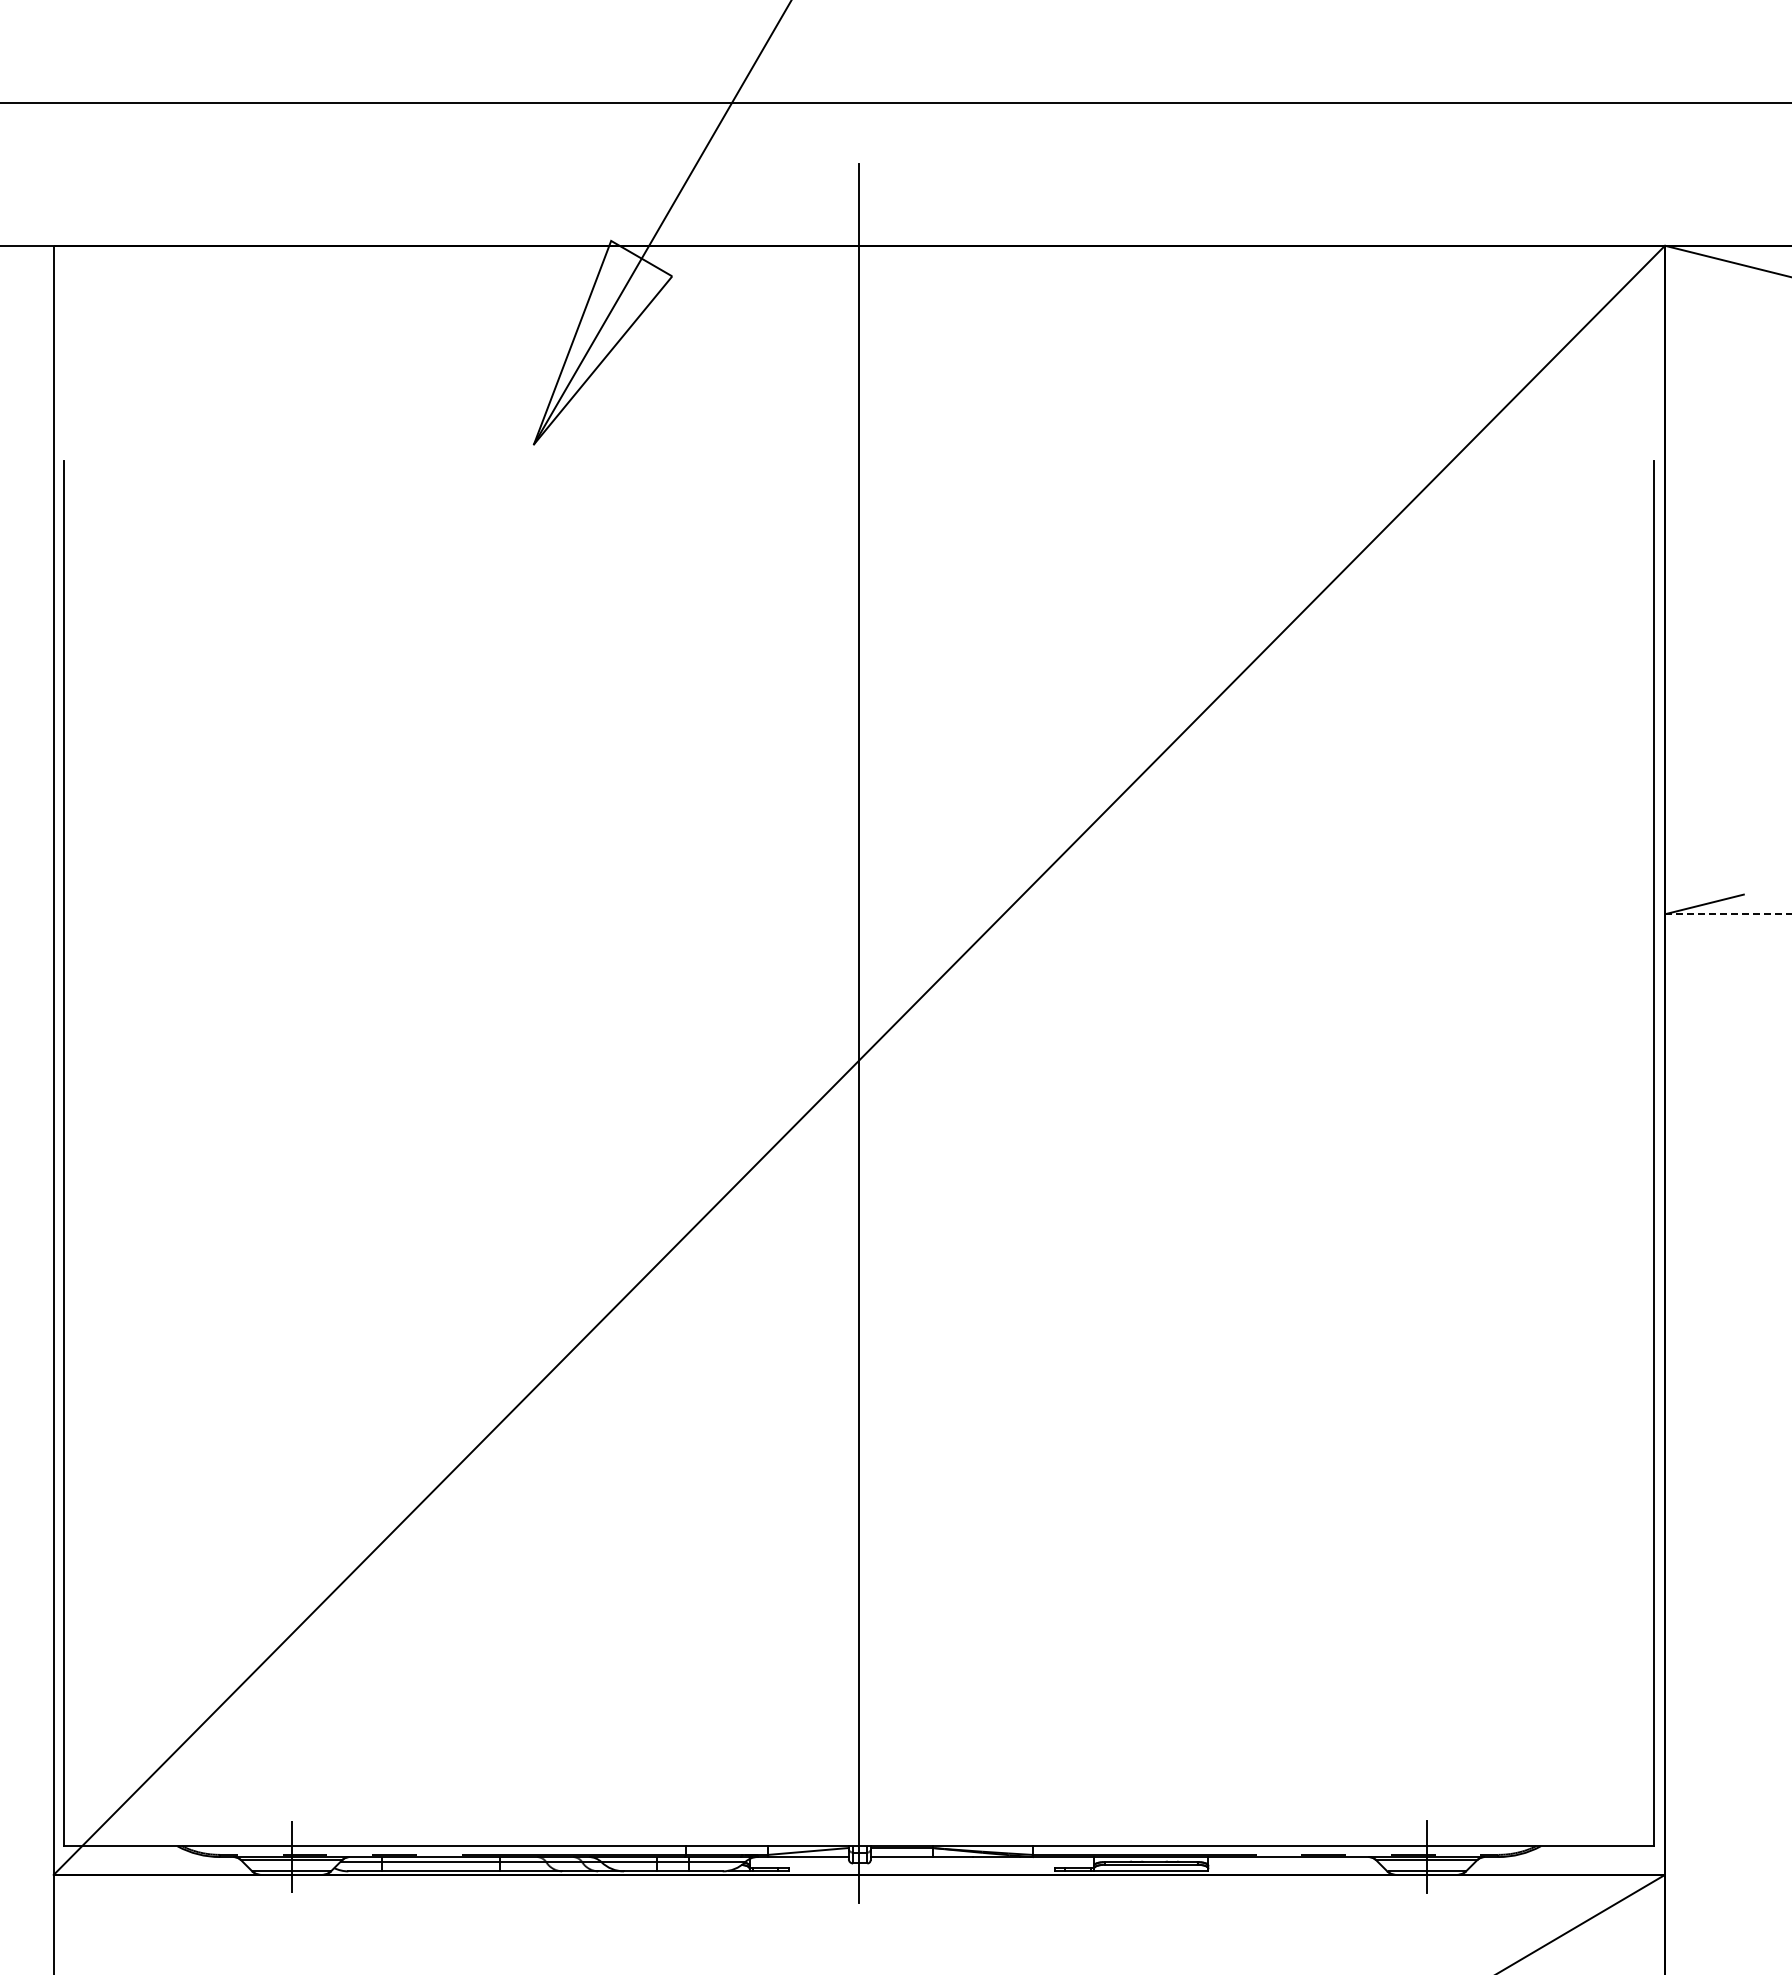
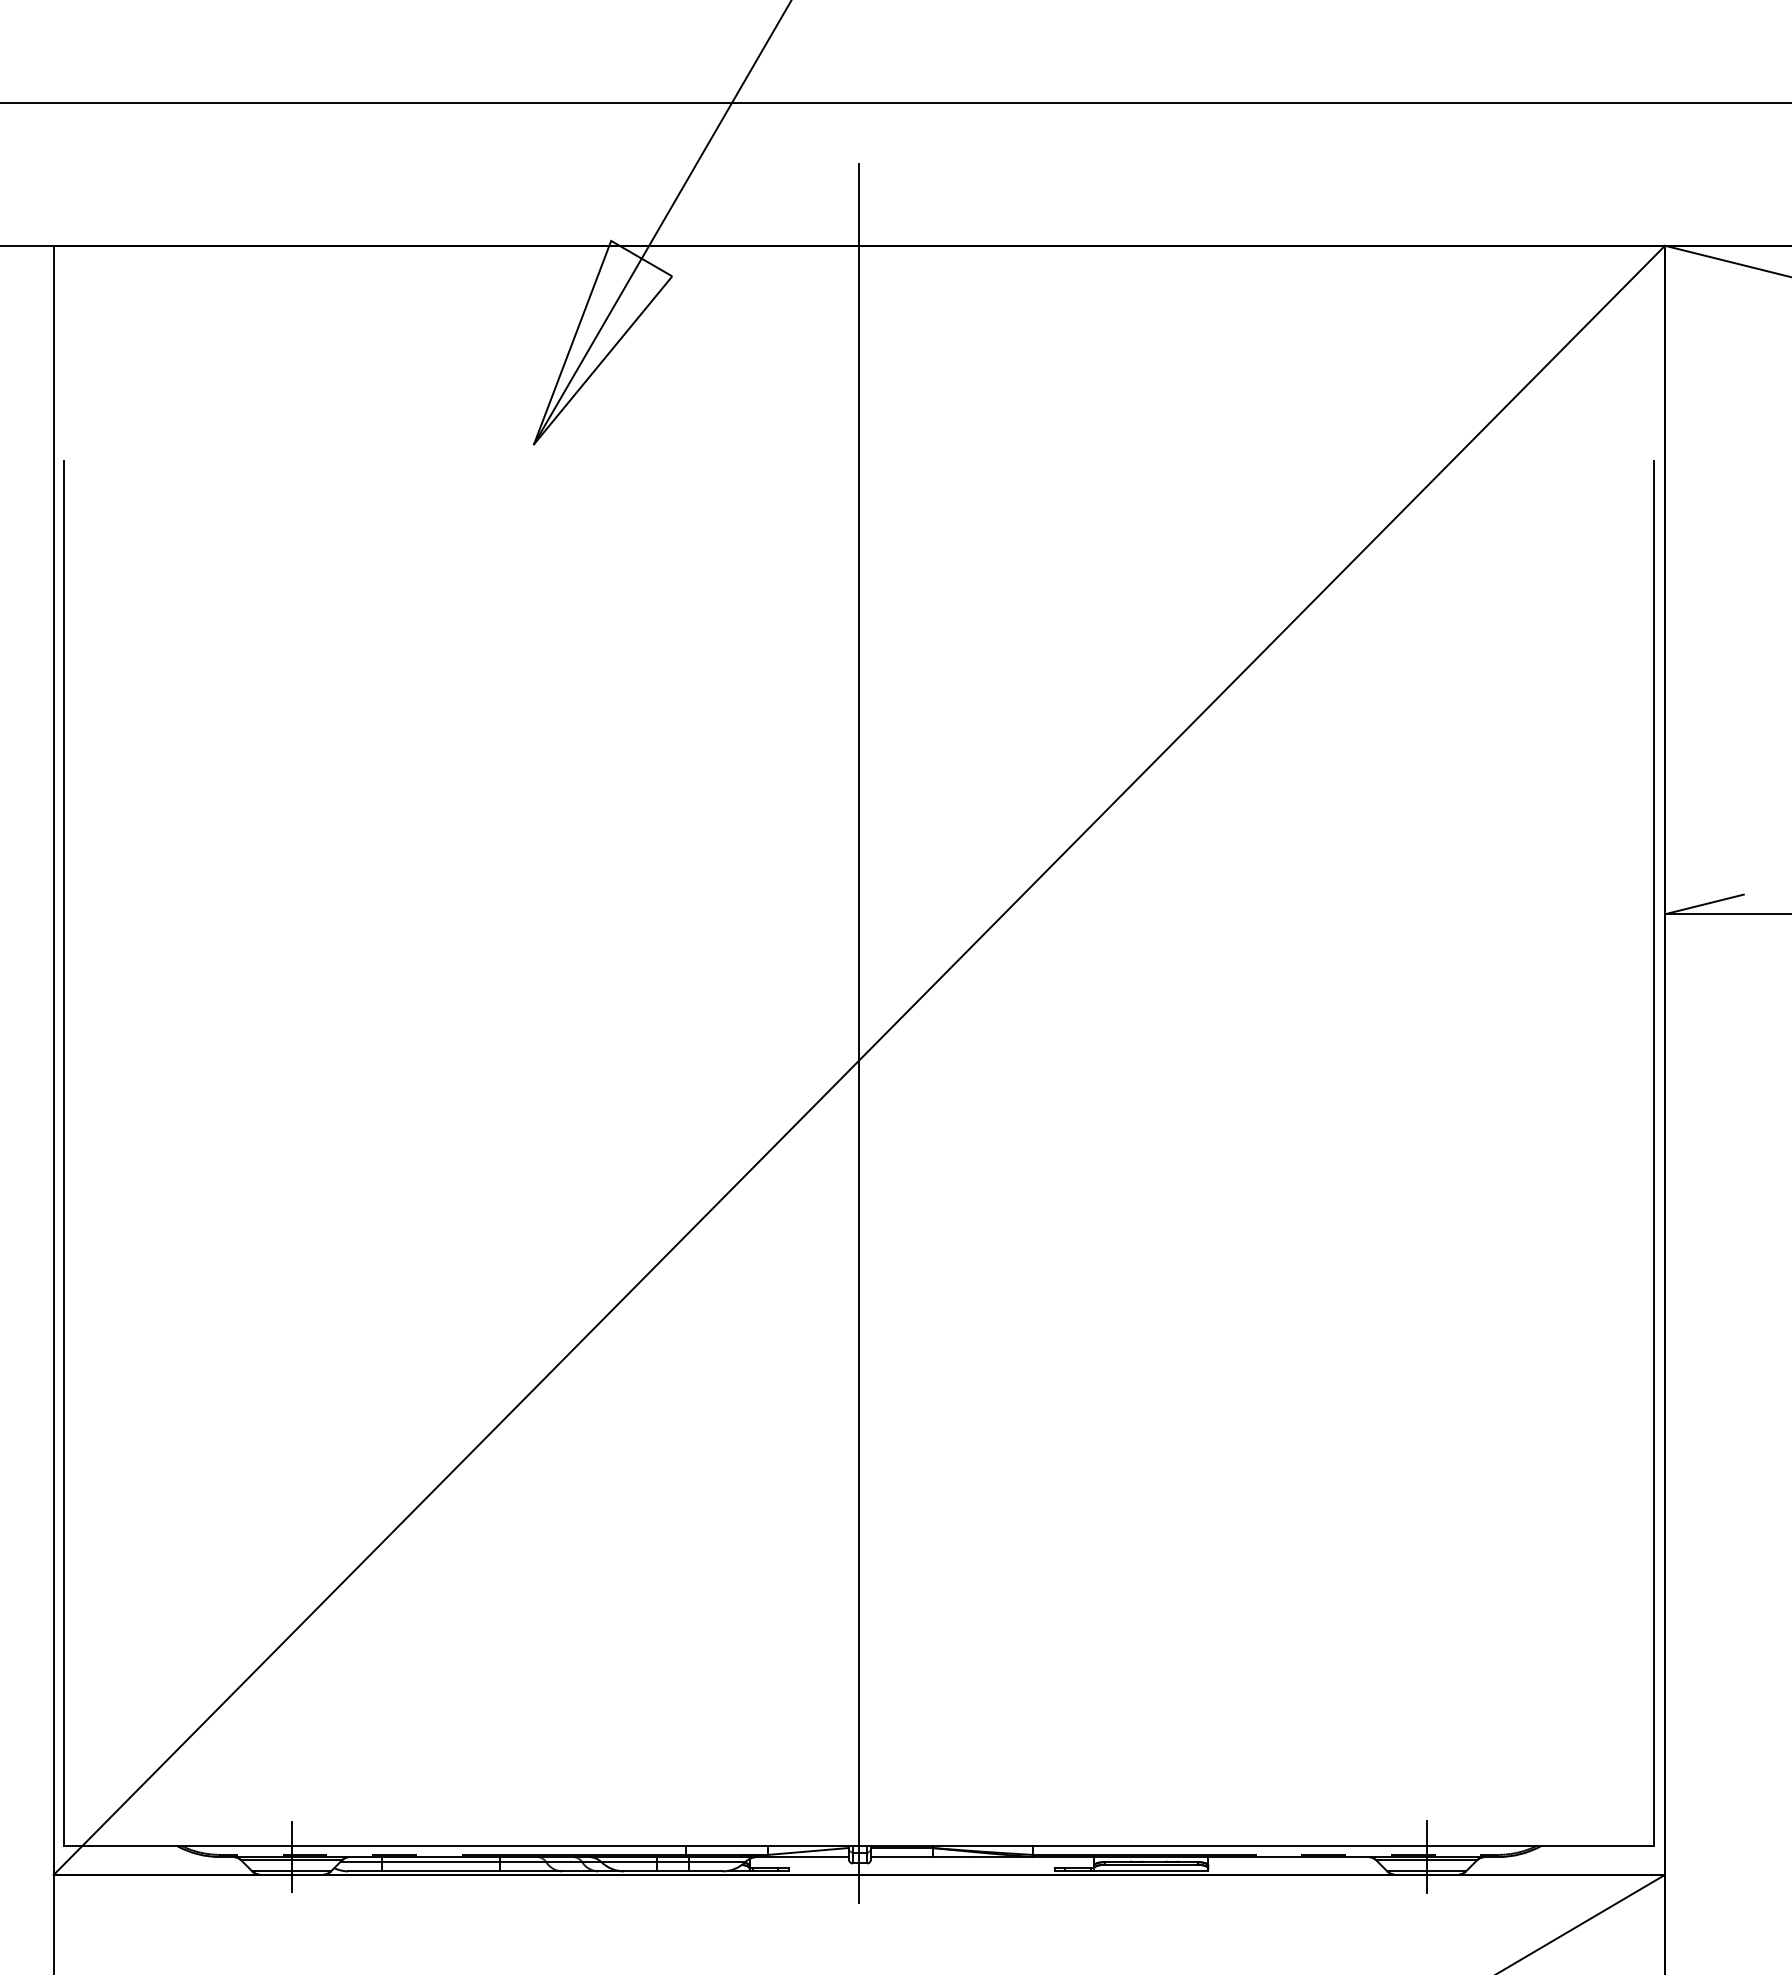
line at (1728, 914): dashed -> solid
